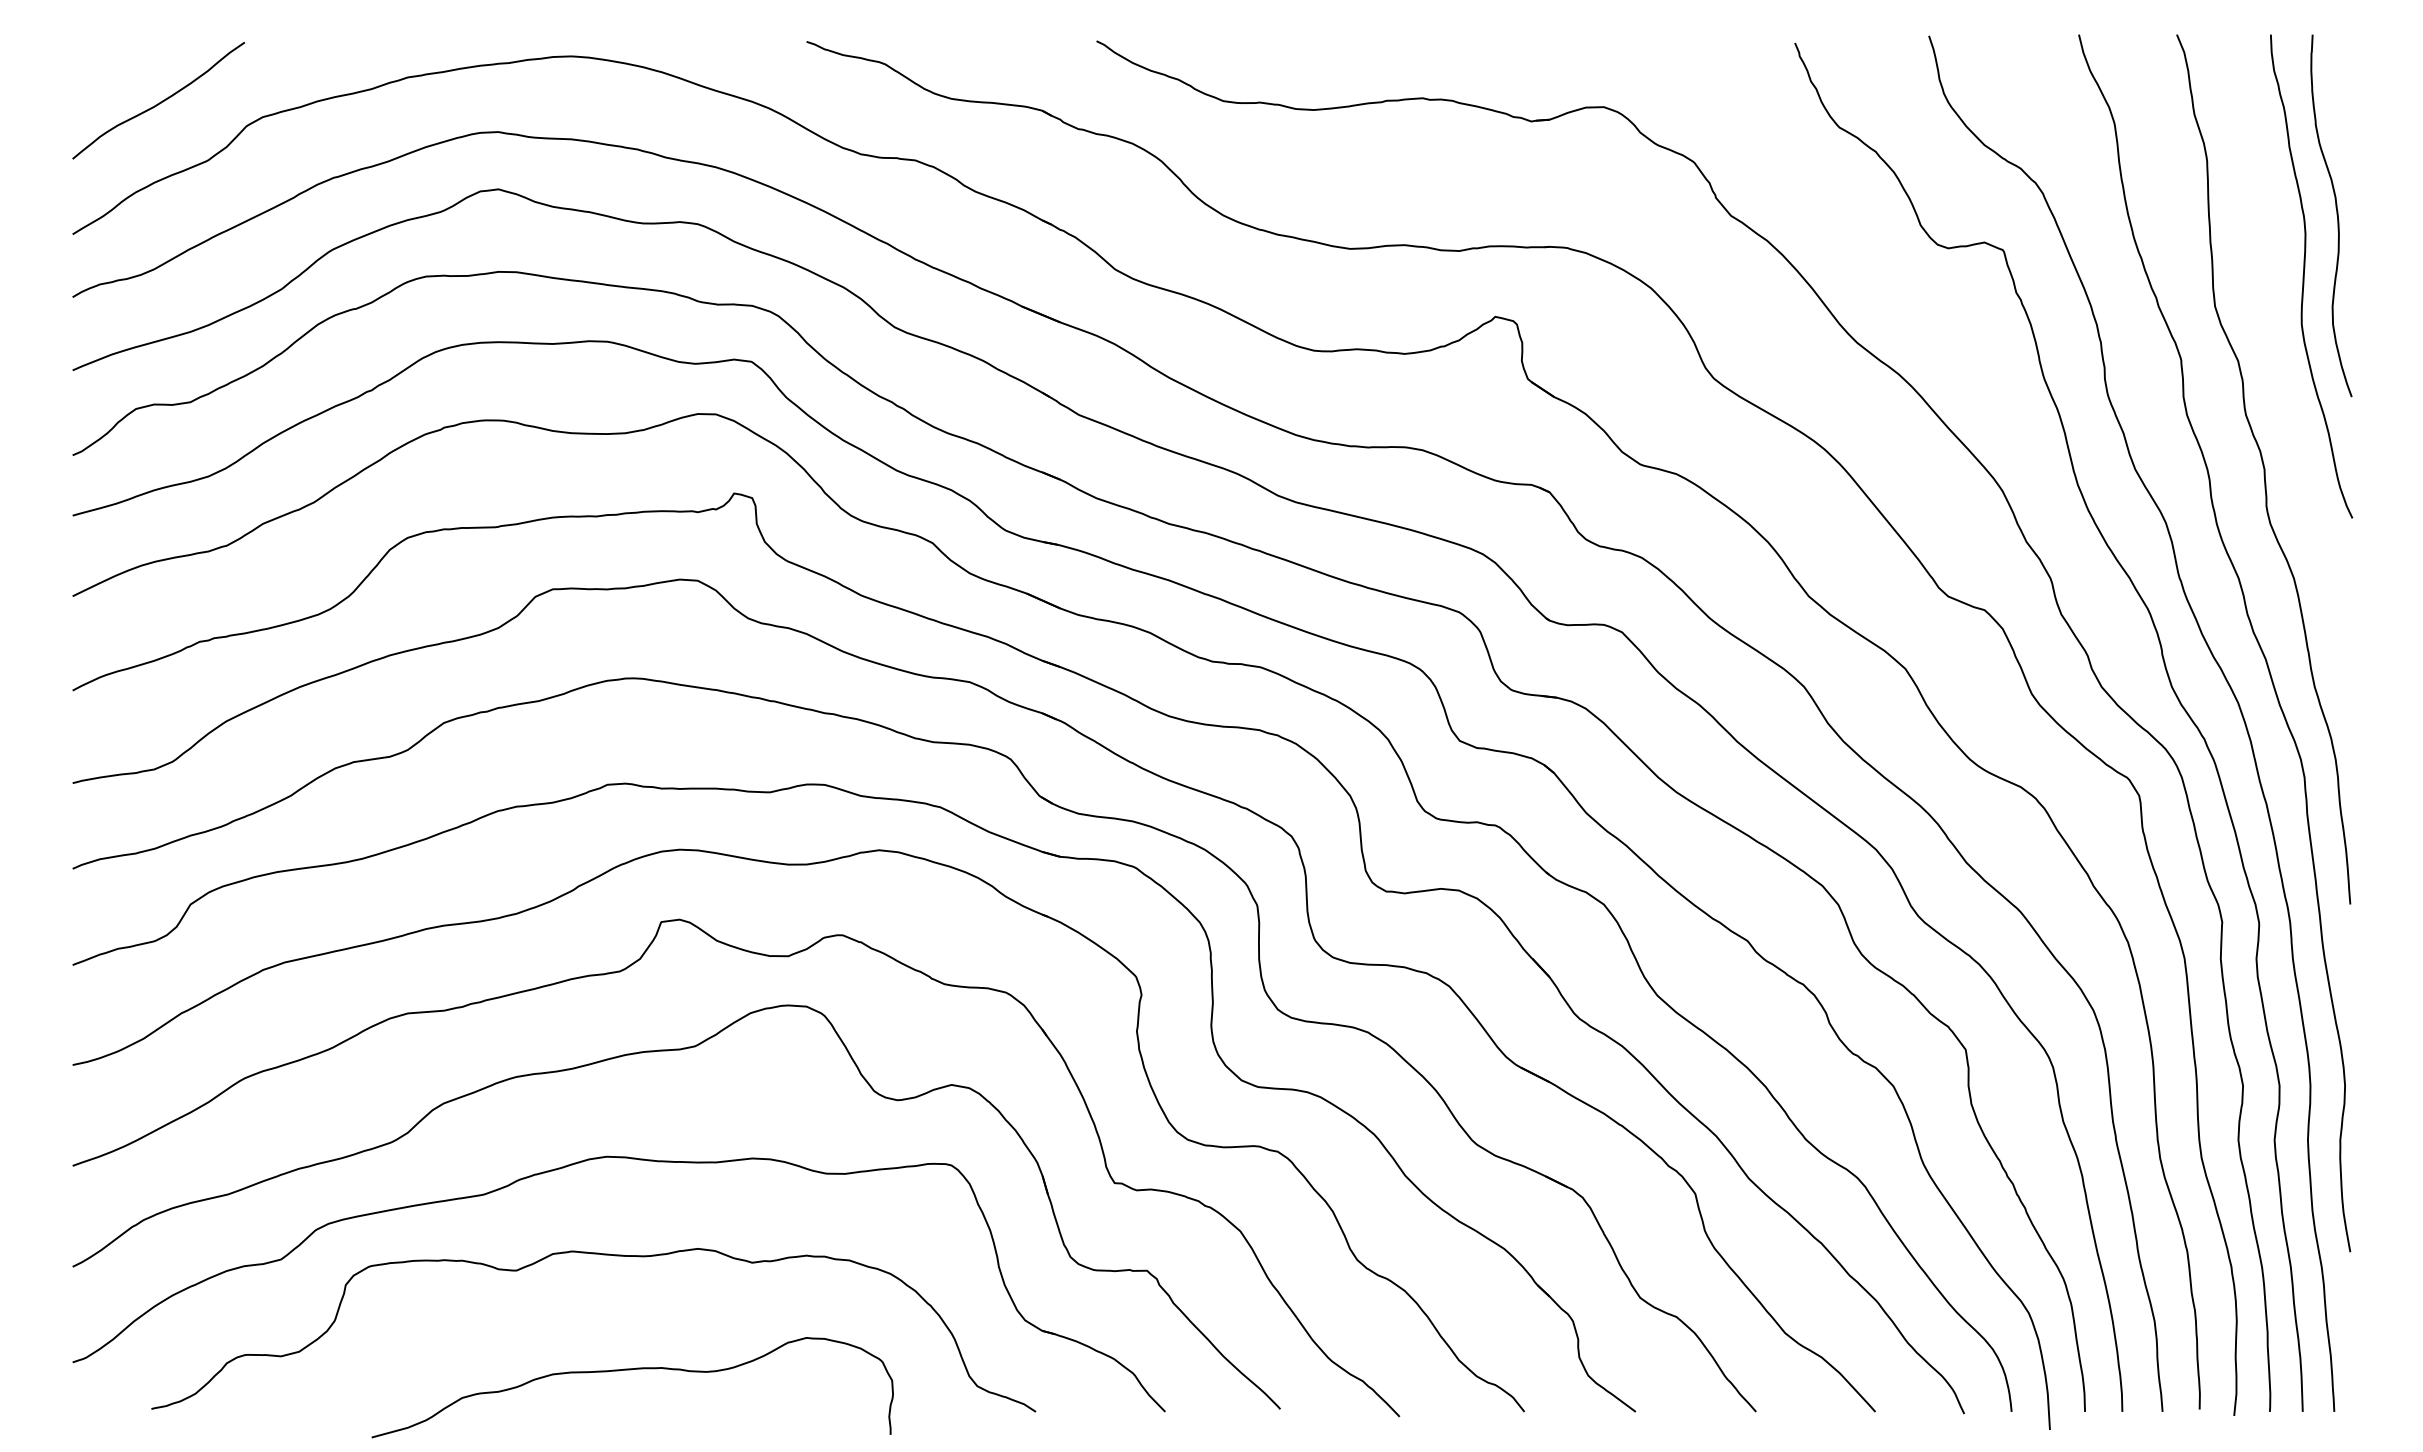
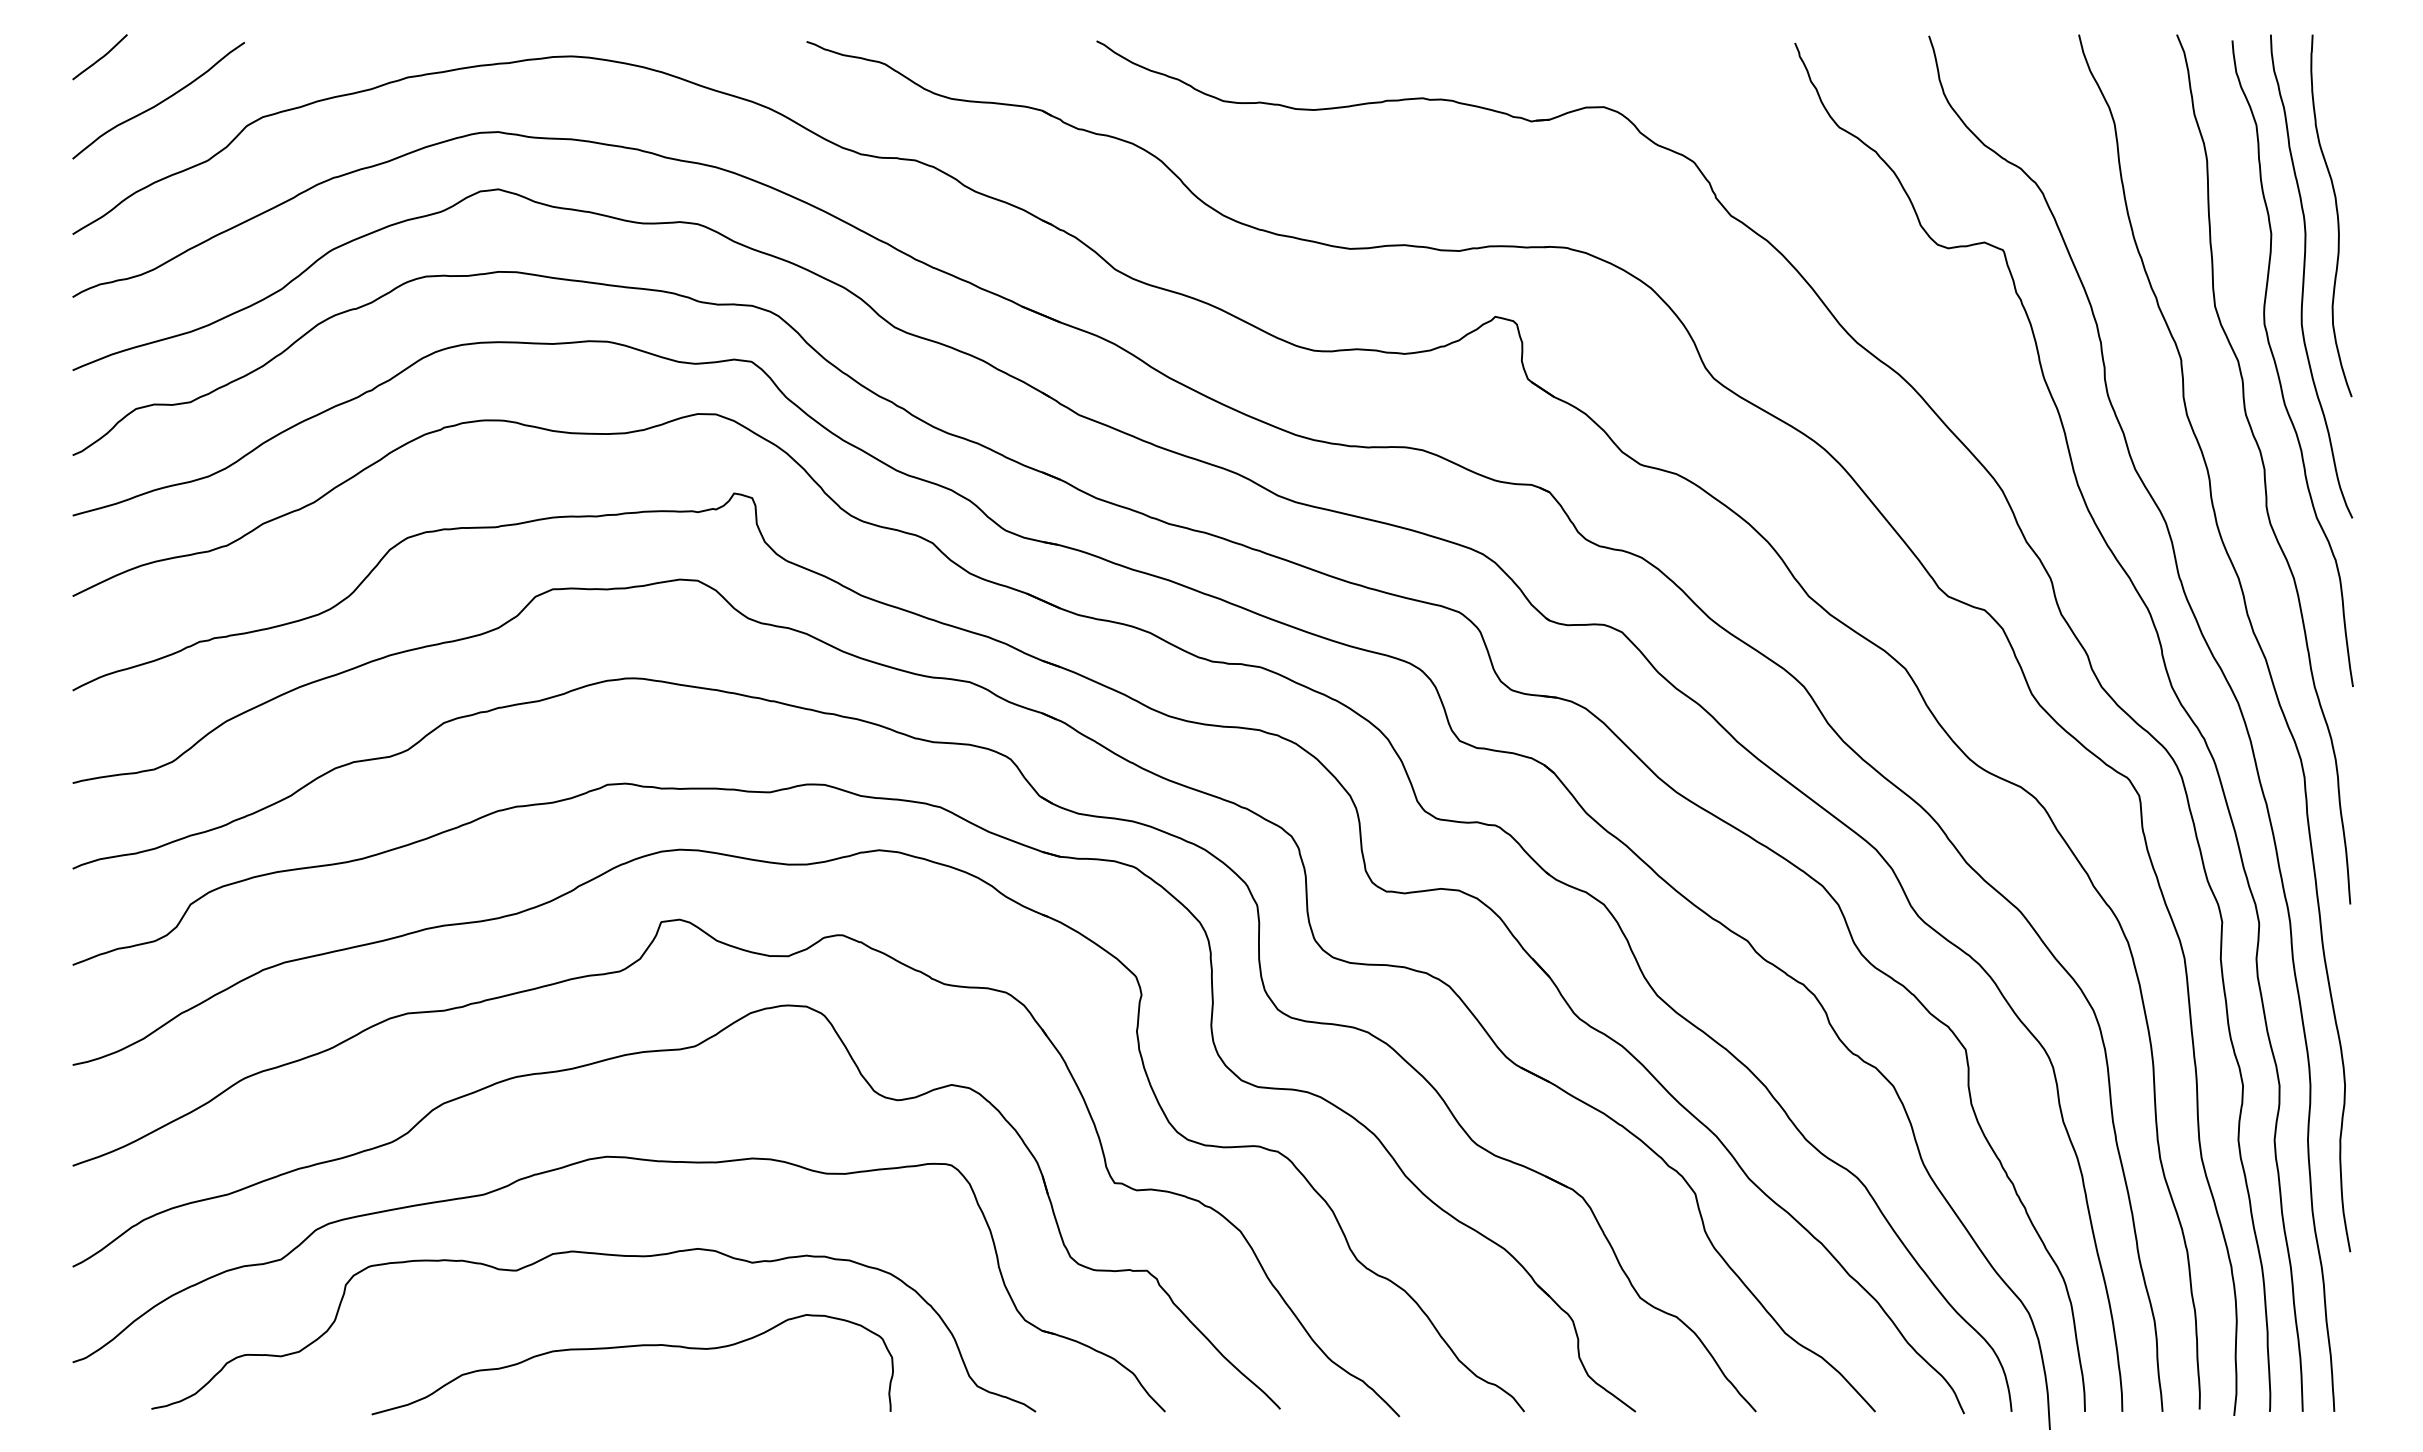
curve at (100, 57): none -> present
curve at (2277, 367): none -> present
curve at (631, 1370) position: (631, 1370) -> (631, 1347)
